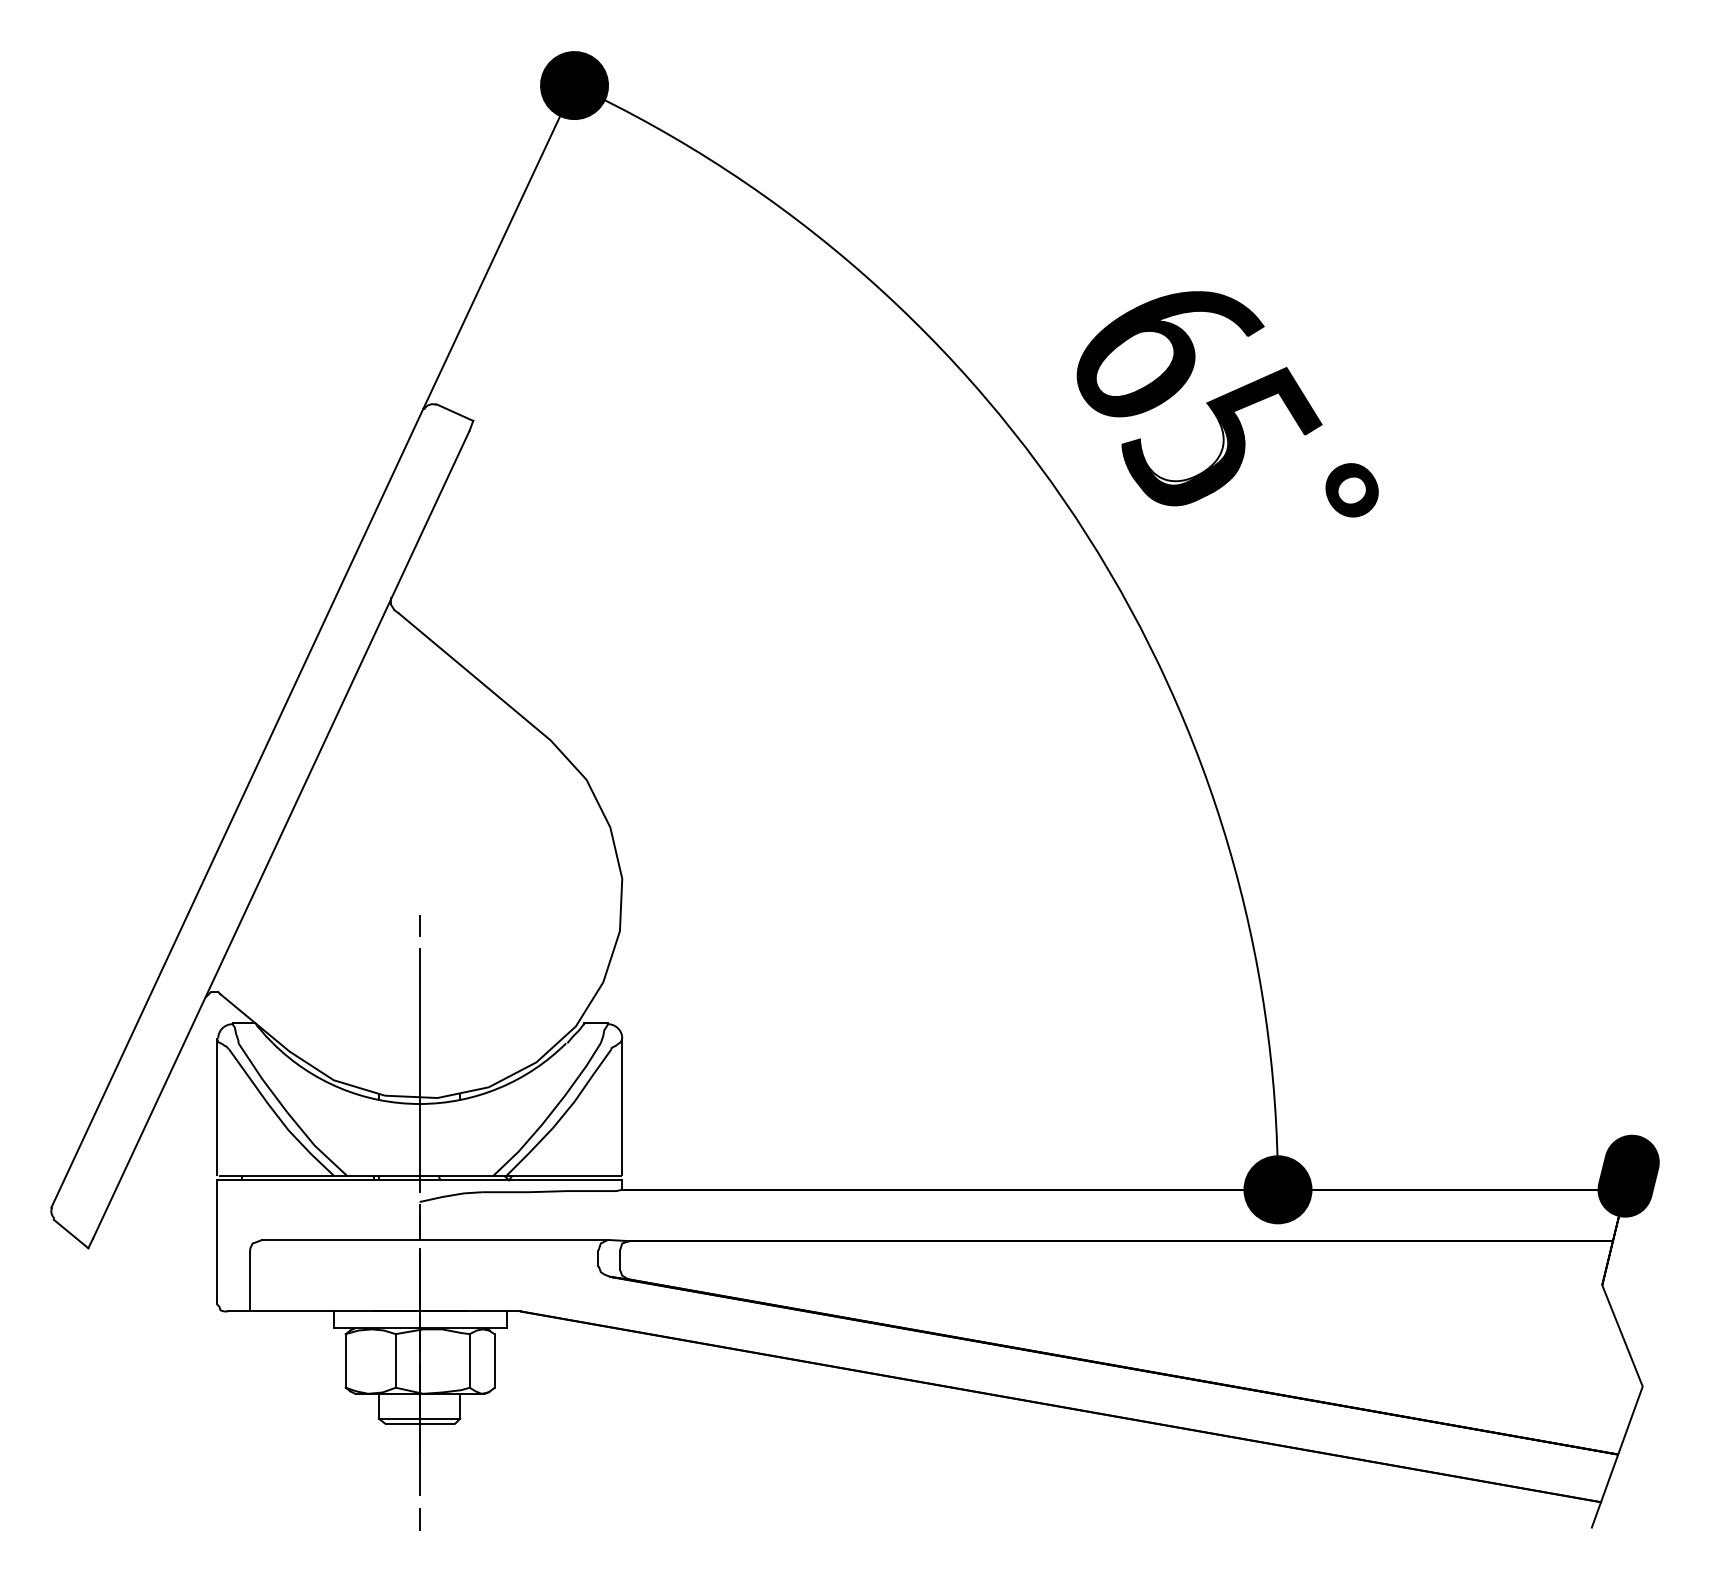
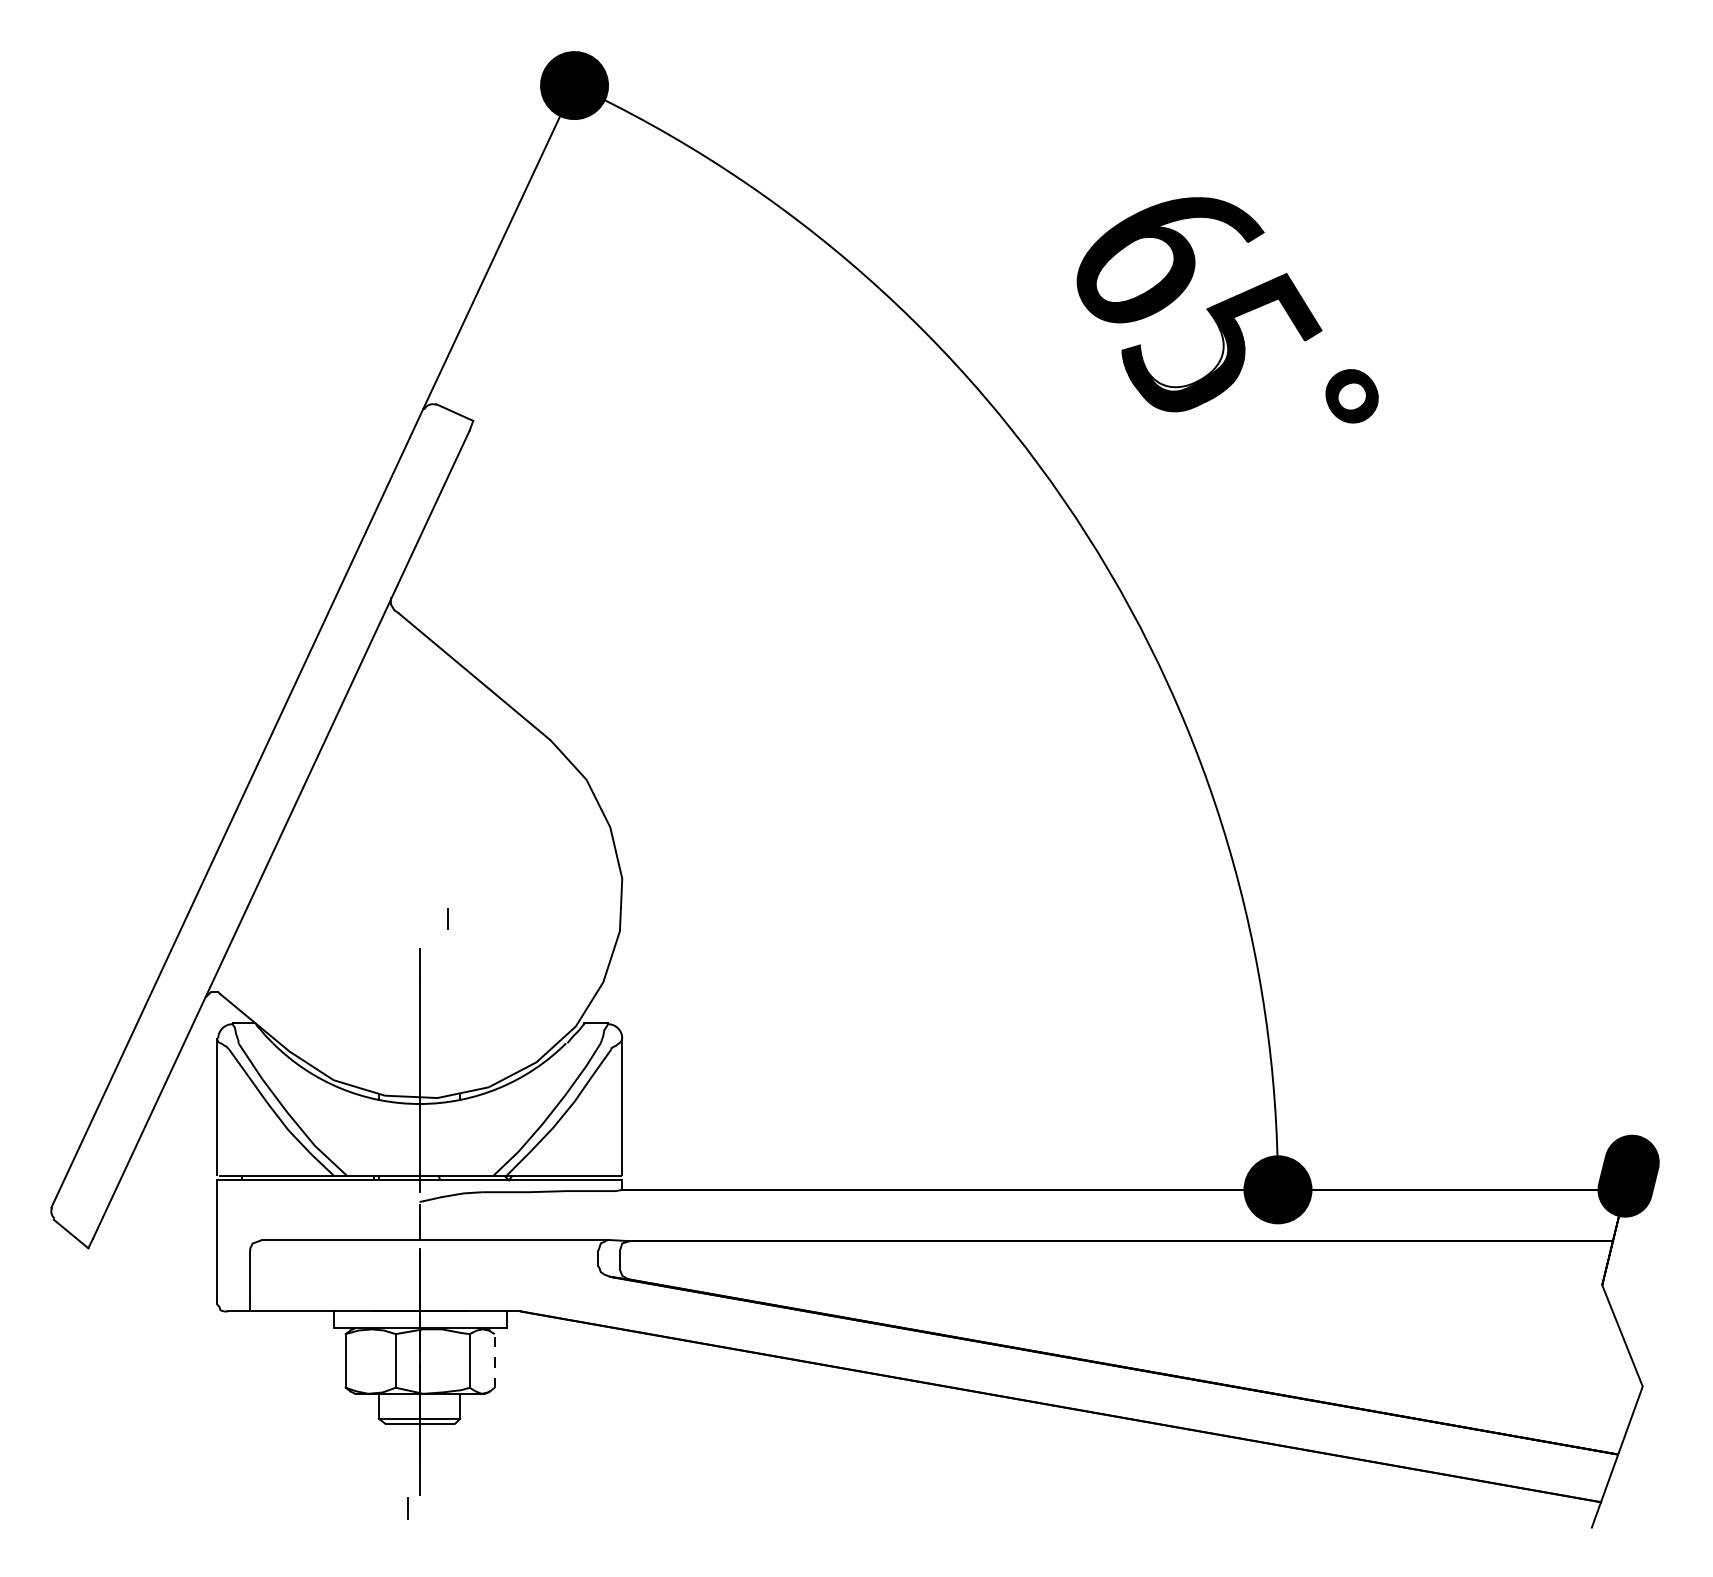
part at (1227, 404) position: (1227, 404) -> (1227, 310)
line at (419, 925) position: (419, 925) -> (447, 918)
line at (494, 1360): solid -> dashed
line at (419, 1519) position: (419, 1519) -> (407, 1508)
